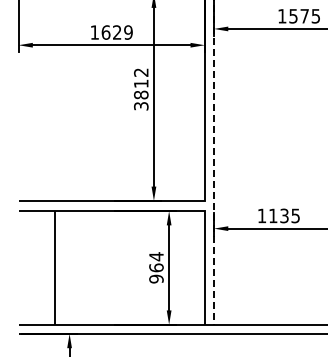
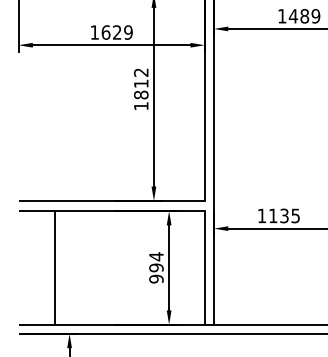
text at (304, 16): 1575 -> 1489
text at (141, 106): 3812 -> 1812
line at (213, 163): dashed -> solid
text at (156, 267): 964 -> 994
